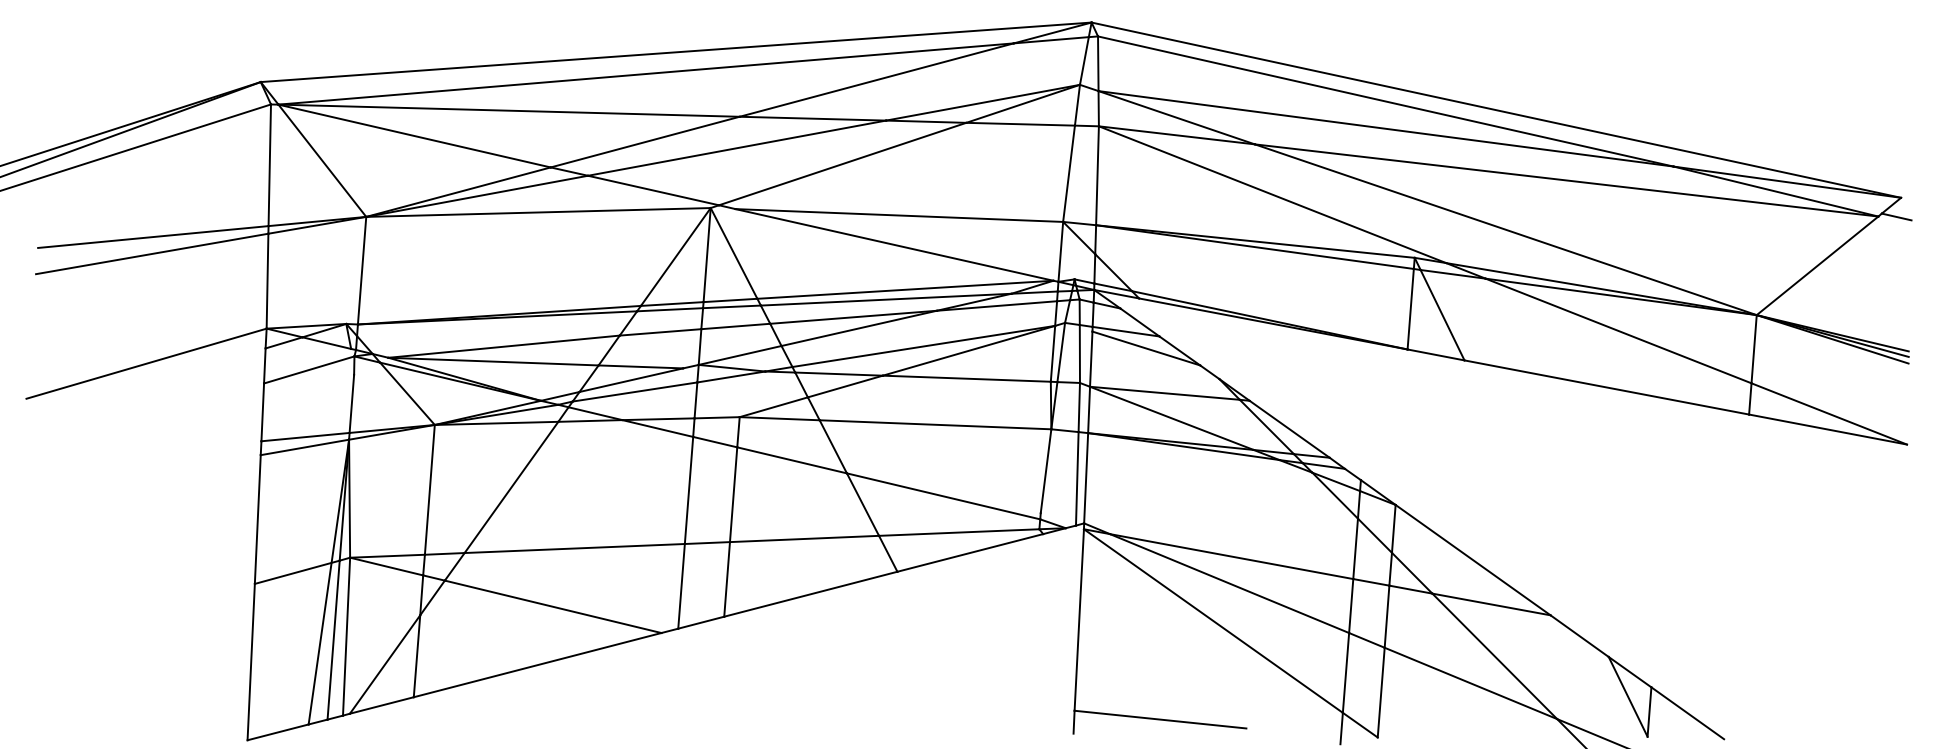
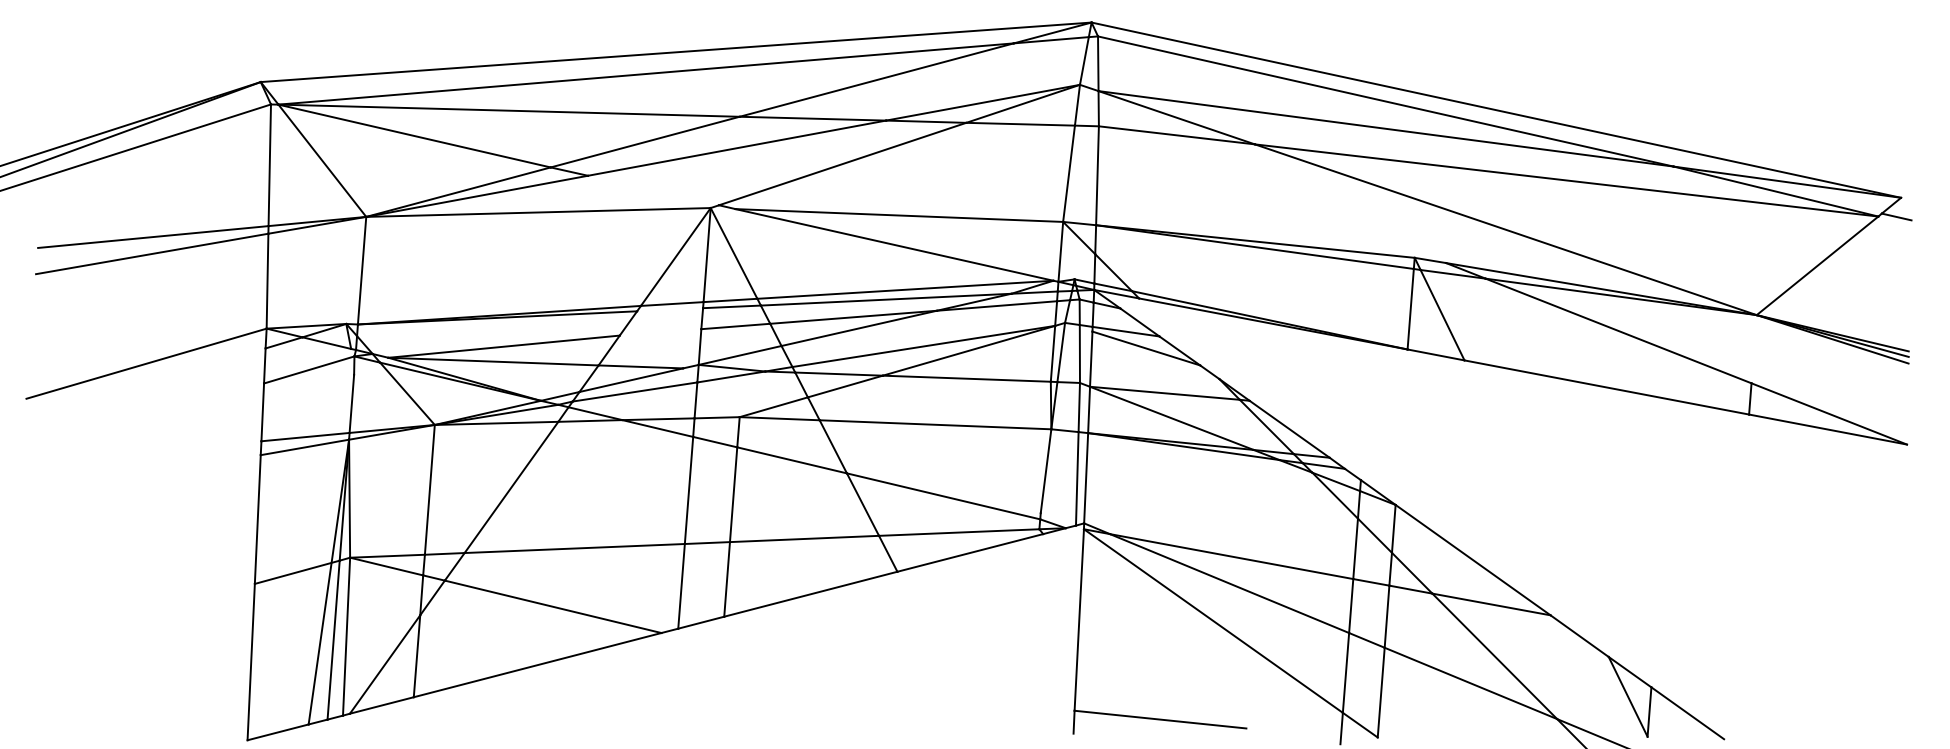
line at (653, 190): present -> none
line at (1272, 194): present -> none
line at (670, 309): present -> none
line at (660, 332): present -> none
line at (1753, 349): present -> none
